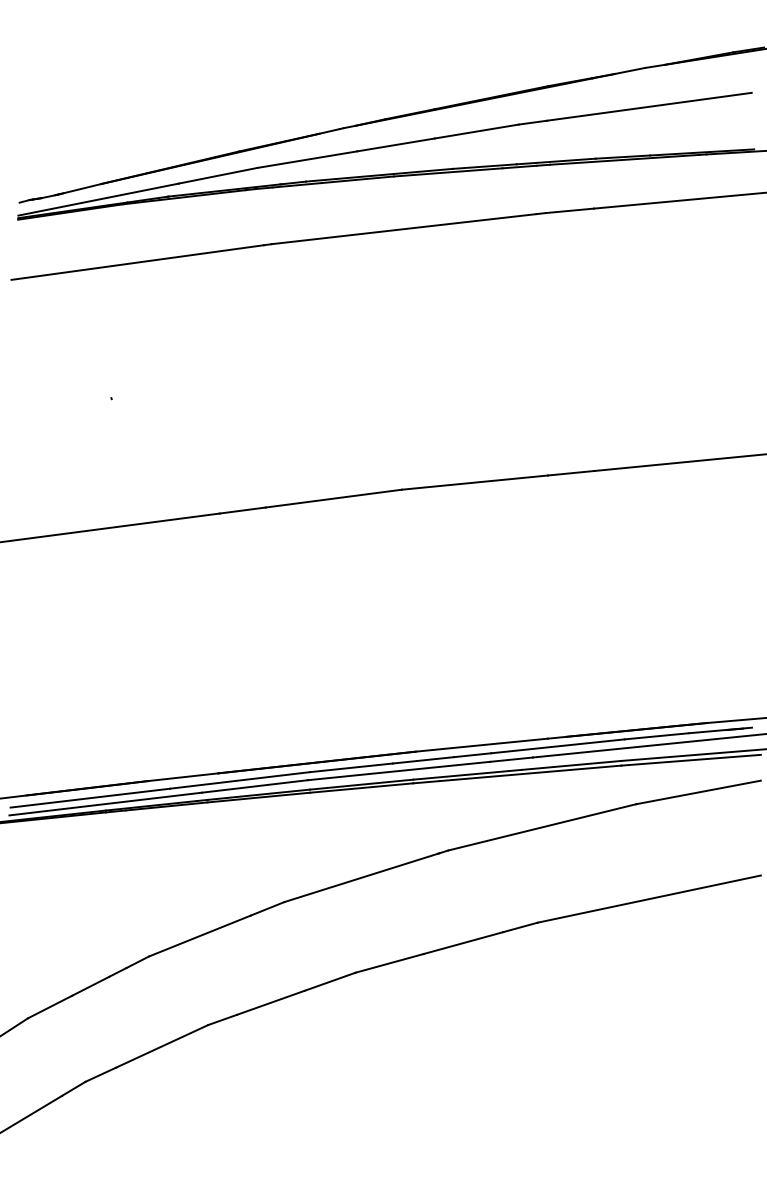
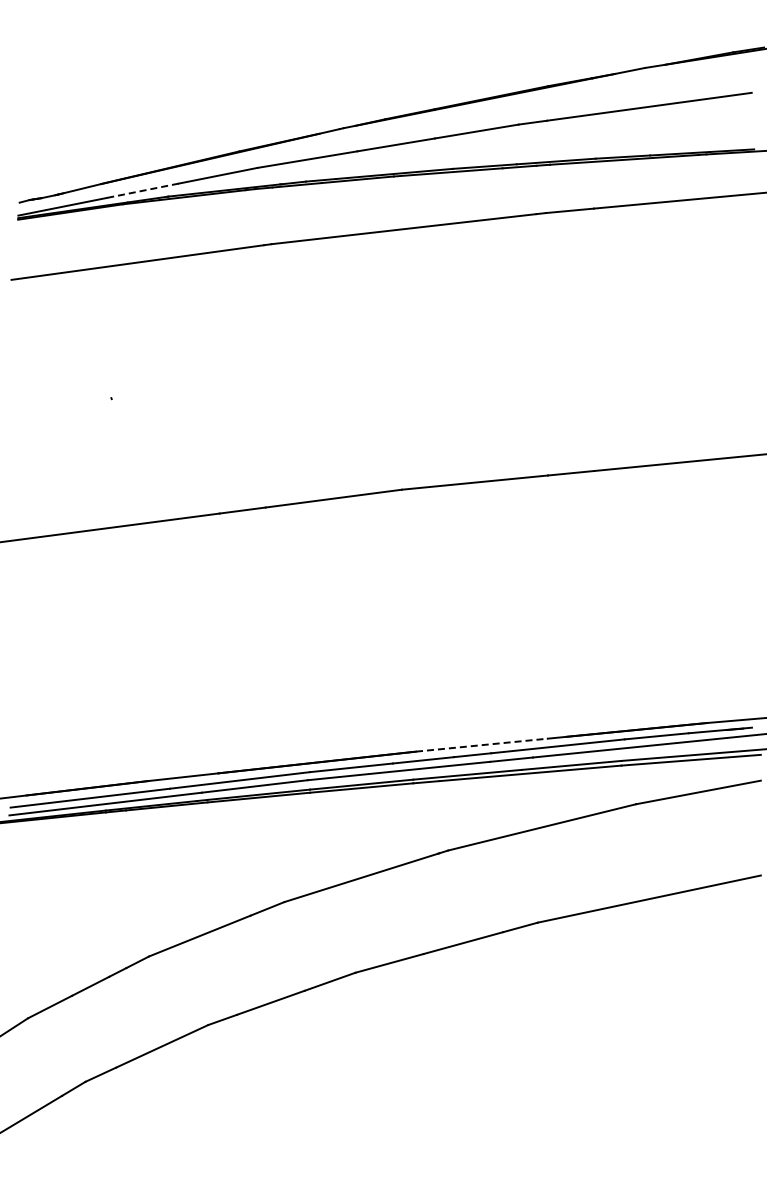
line at (142, 190): solid -> dashed
line at (482, 745): solid -> dashed
